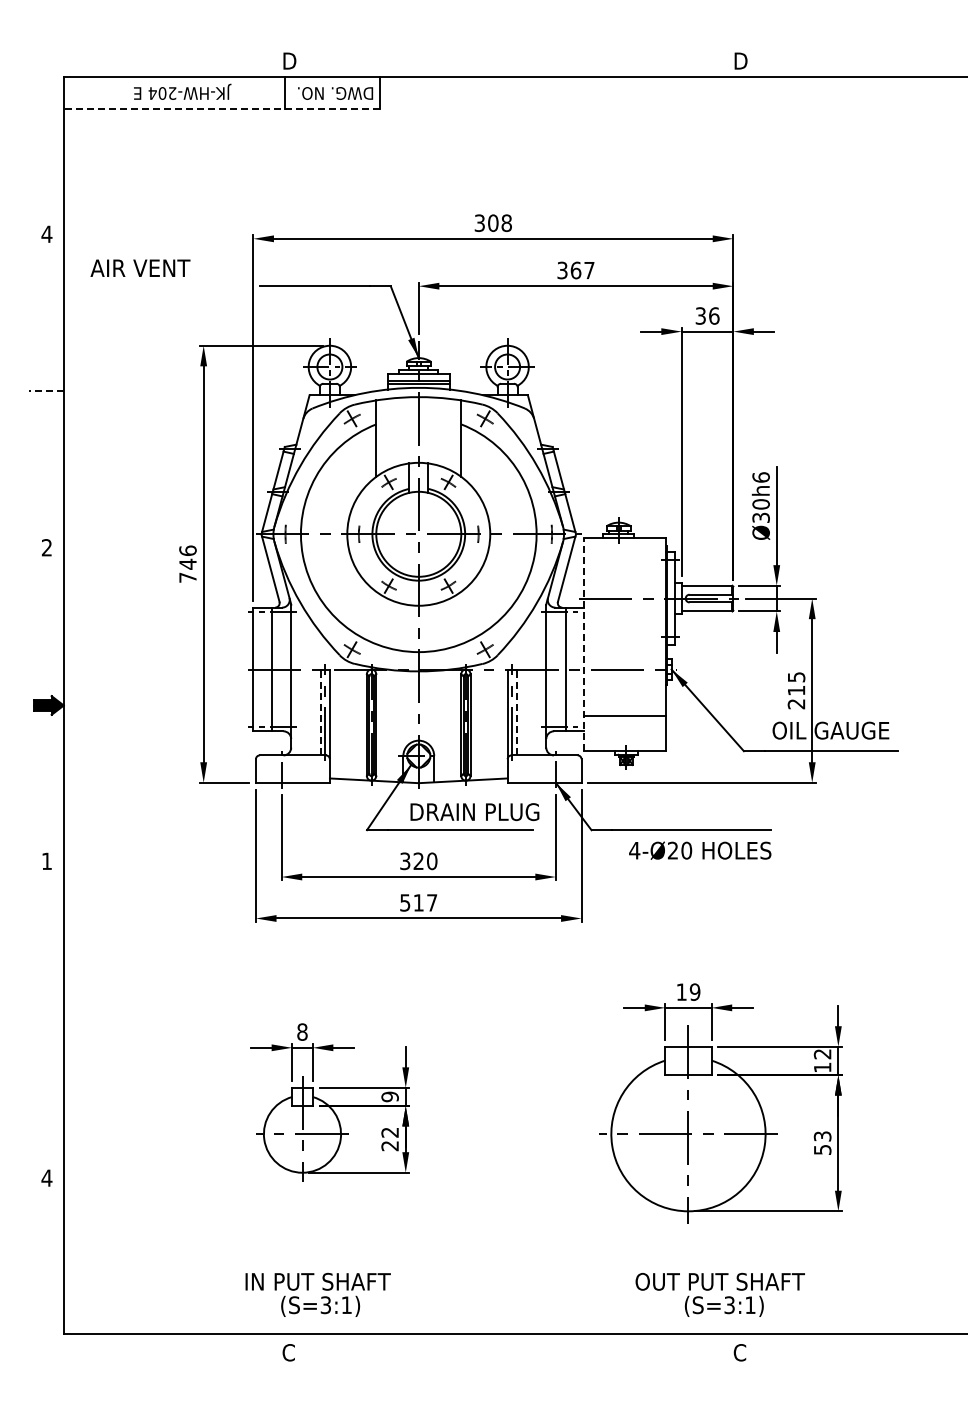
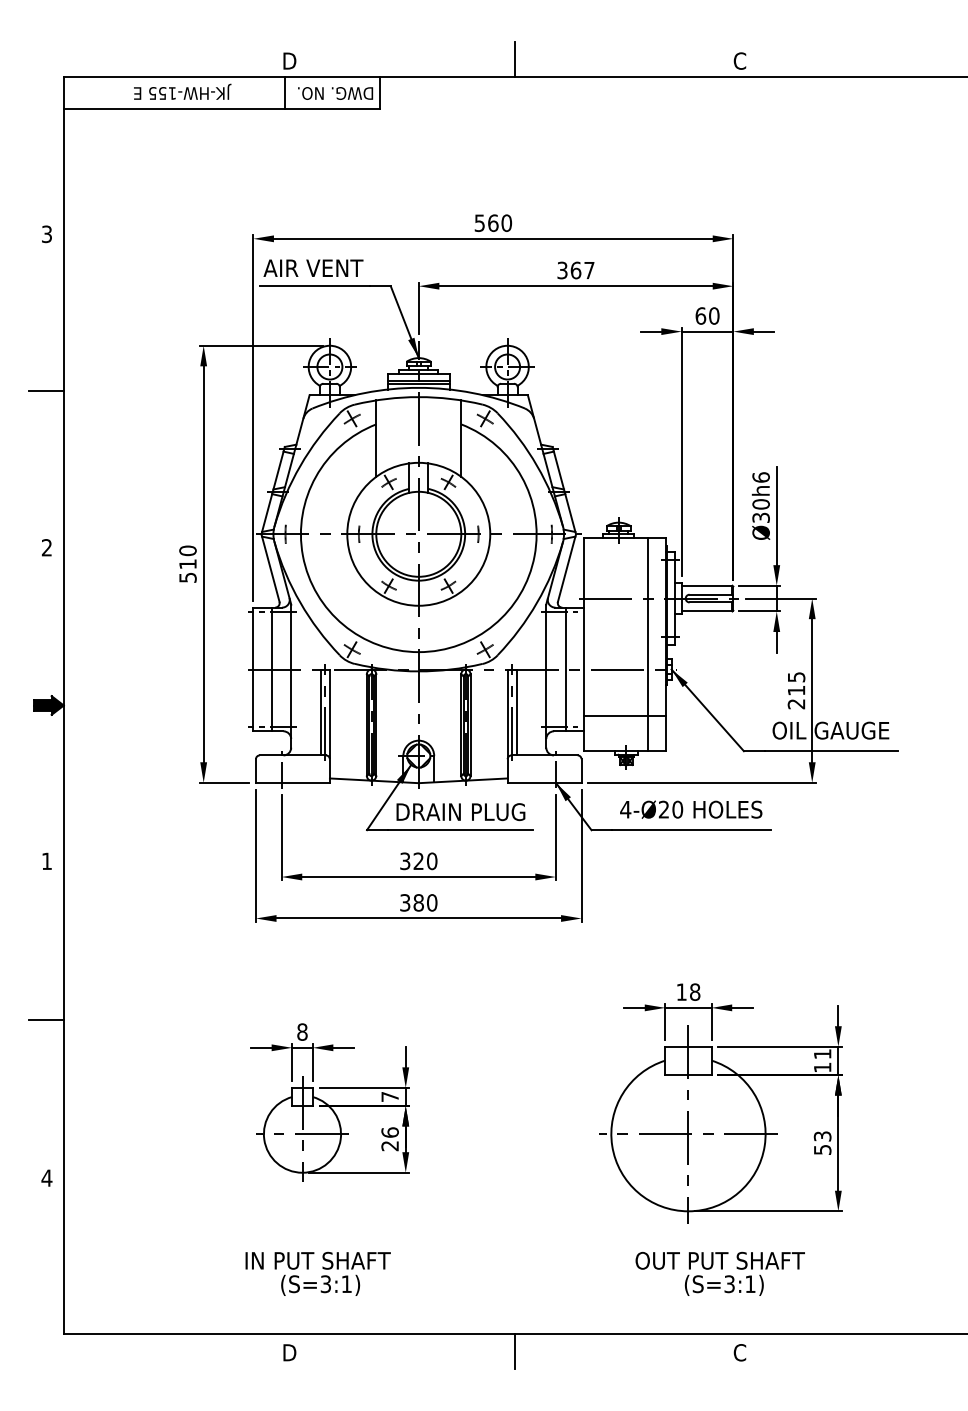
line at (515, 59): none -> present
text at (740, 60): D -> C
text at (162, 93): JK-HW-204 -> JK-HW-155
line at (221, 108): dashed -> solid
text at (493, 222): 308 -> 560
text at (46, 234): 4 -> 3
text at (140, 267) position: (140, 267) -> (313, 267)
text at (707, 315): 36 -> 60
line at (45, 391): dashed -> solid
text at (187, 563): 746 -> 510
line at (583, 643): dashed -> solid
line at (648, 644): none -> present
line at (320, 712): dashed -> solid
line at (516, 712): dashed -> solid
text at (474, 812) position: (474, 812) -> (460, 812)
text at (700, 850) position: (700, 850) -> (691, 809)
text at (418, 902): 517 -> 380
text at (694, 991): 19 -> 18
line at (46, 1019): none -> present
text at (822, 1054): 12 -> 11
text at (389, 1096): 9 -> 7
text at (389, 1132): 22 -> 26
text at (317, 1294) position: (317, 1294) -> (317, 1273)
text at (719, 1294) position: (719, 1294) -> (719, 1273)
line at (515, 1350): none -> present
text at (289, 1352): C -> D
